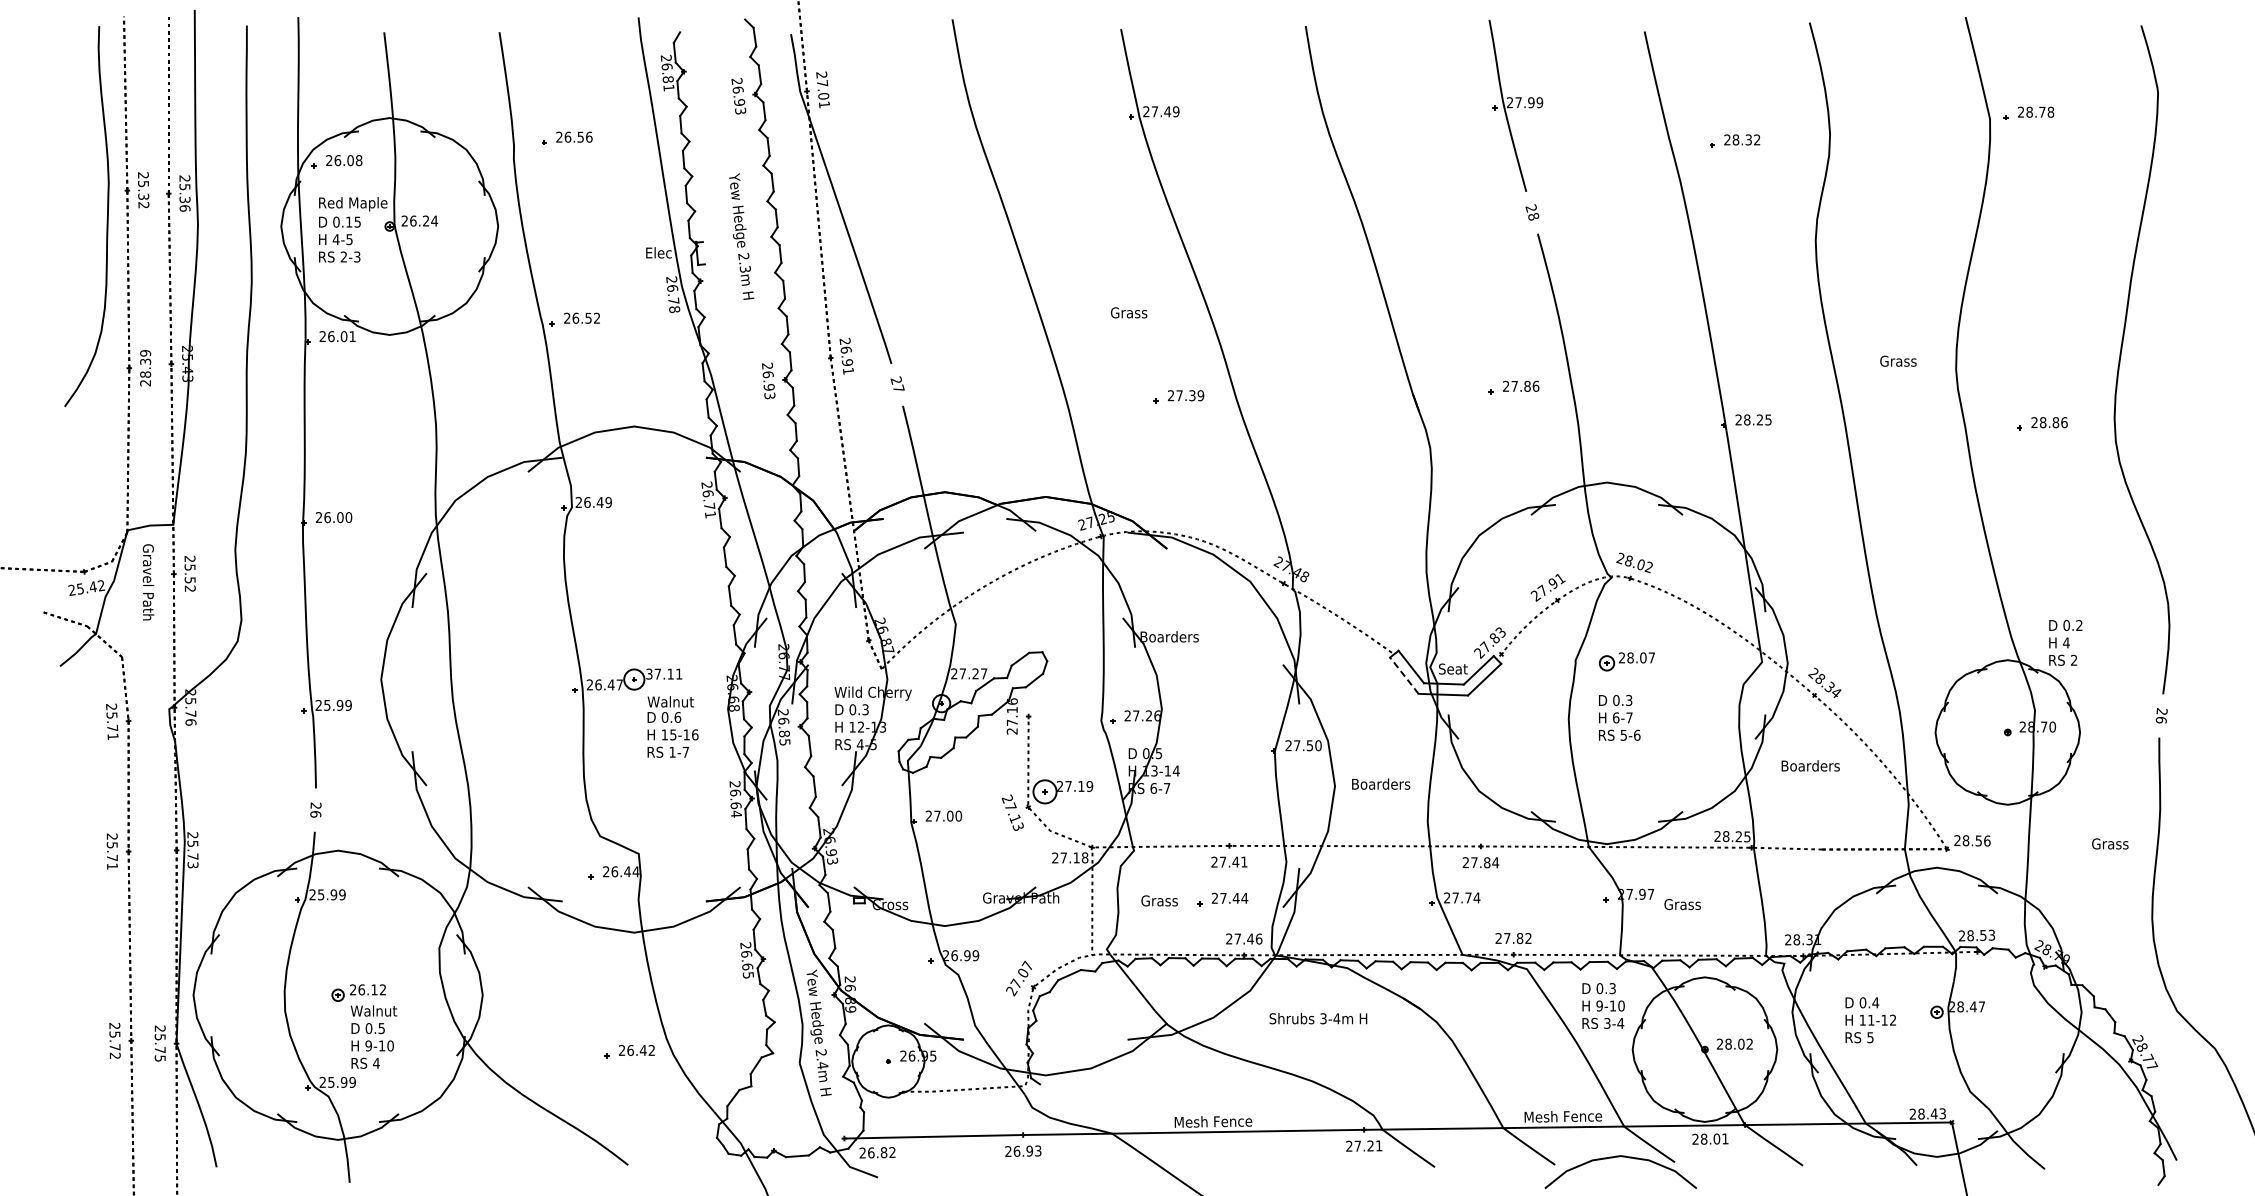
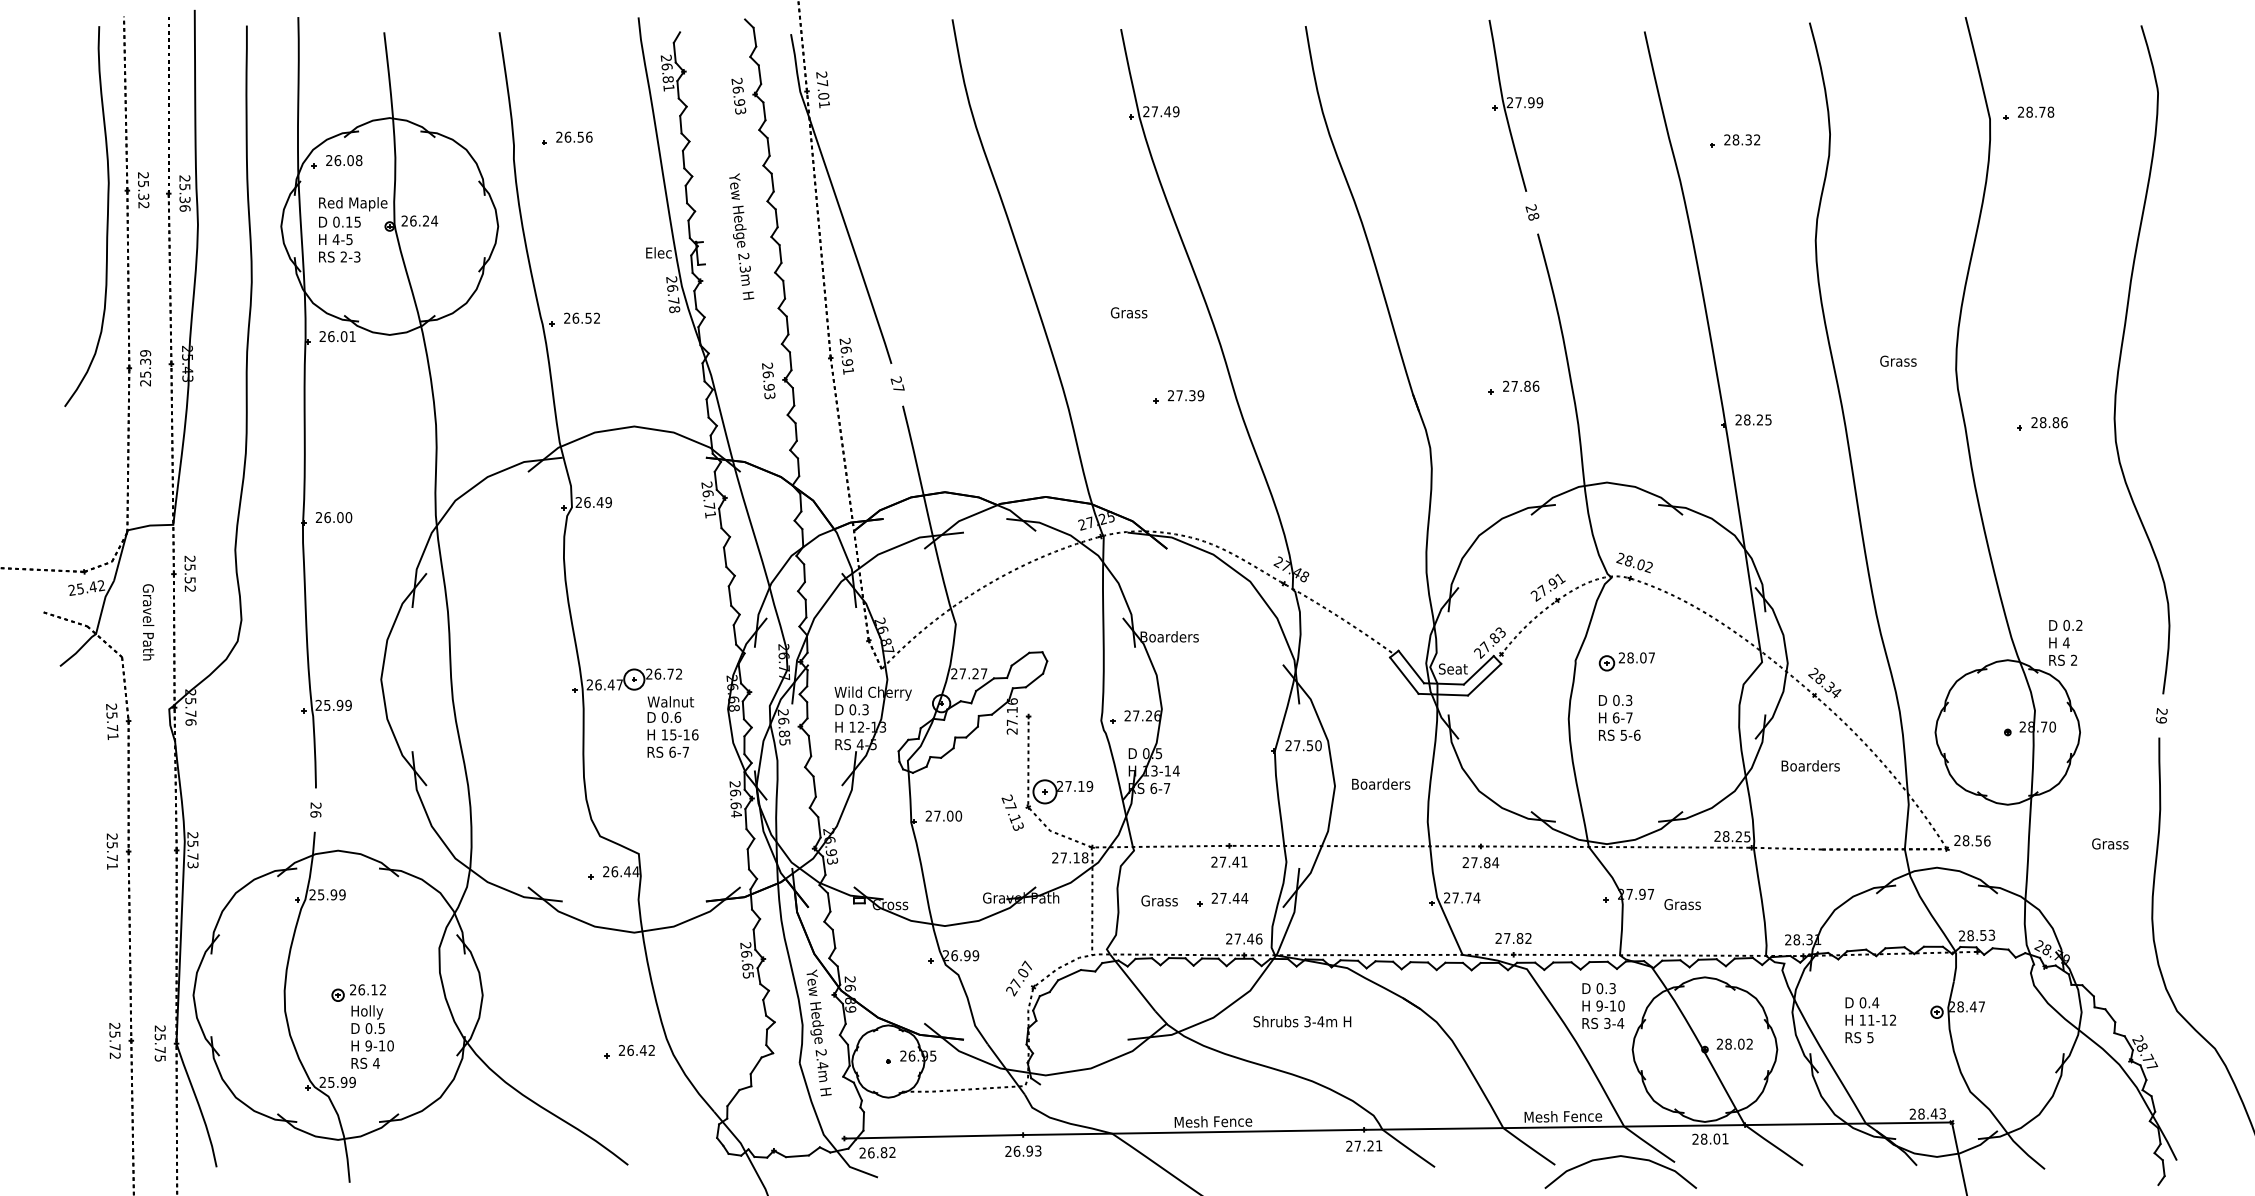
text at (145, 374): 28.39 -> 25.39
text at (148, 582) position: (148, 582) -> (148, 622)
text at (663, 673): 37.11 -> 26.72
line at (1404, 675): dashed -> solid
text at (2160, 720): 26 -> 29
text at (672, 751): 1-7 -> 6-7
text at (373, 1012): Walnut -> Holly
text at (1318, 1018) position: (1318, 1018) -> (1302, 1021)
